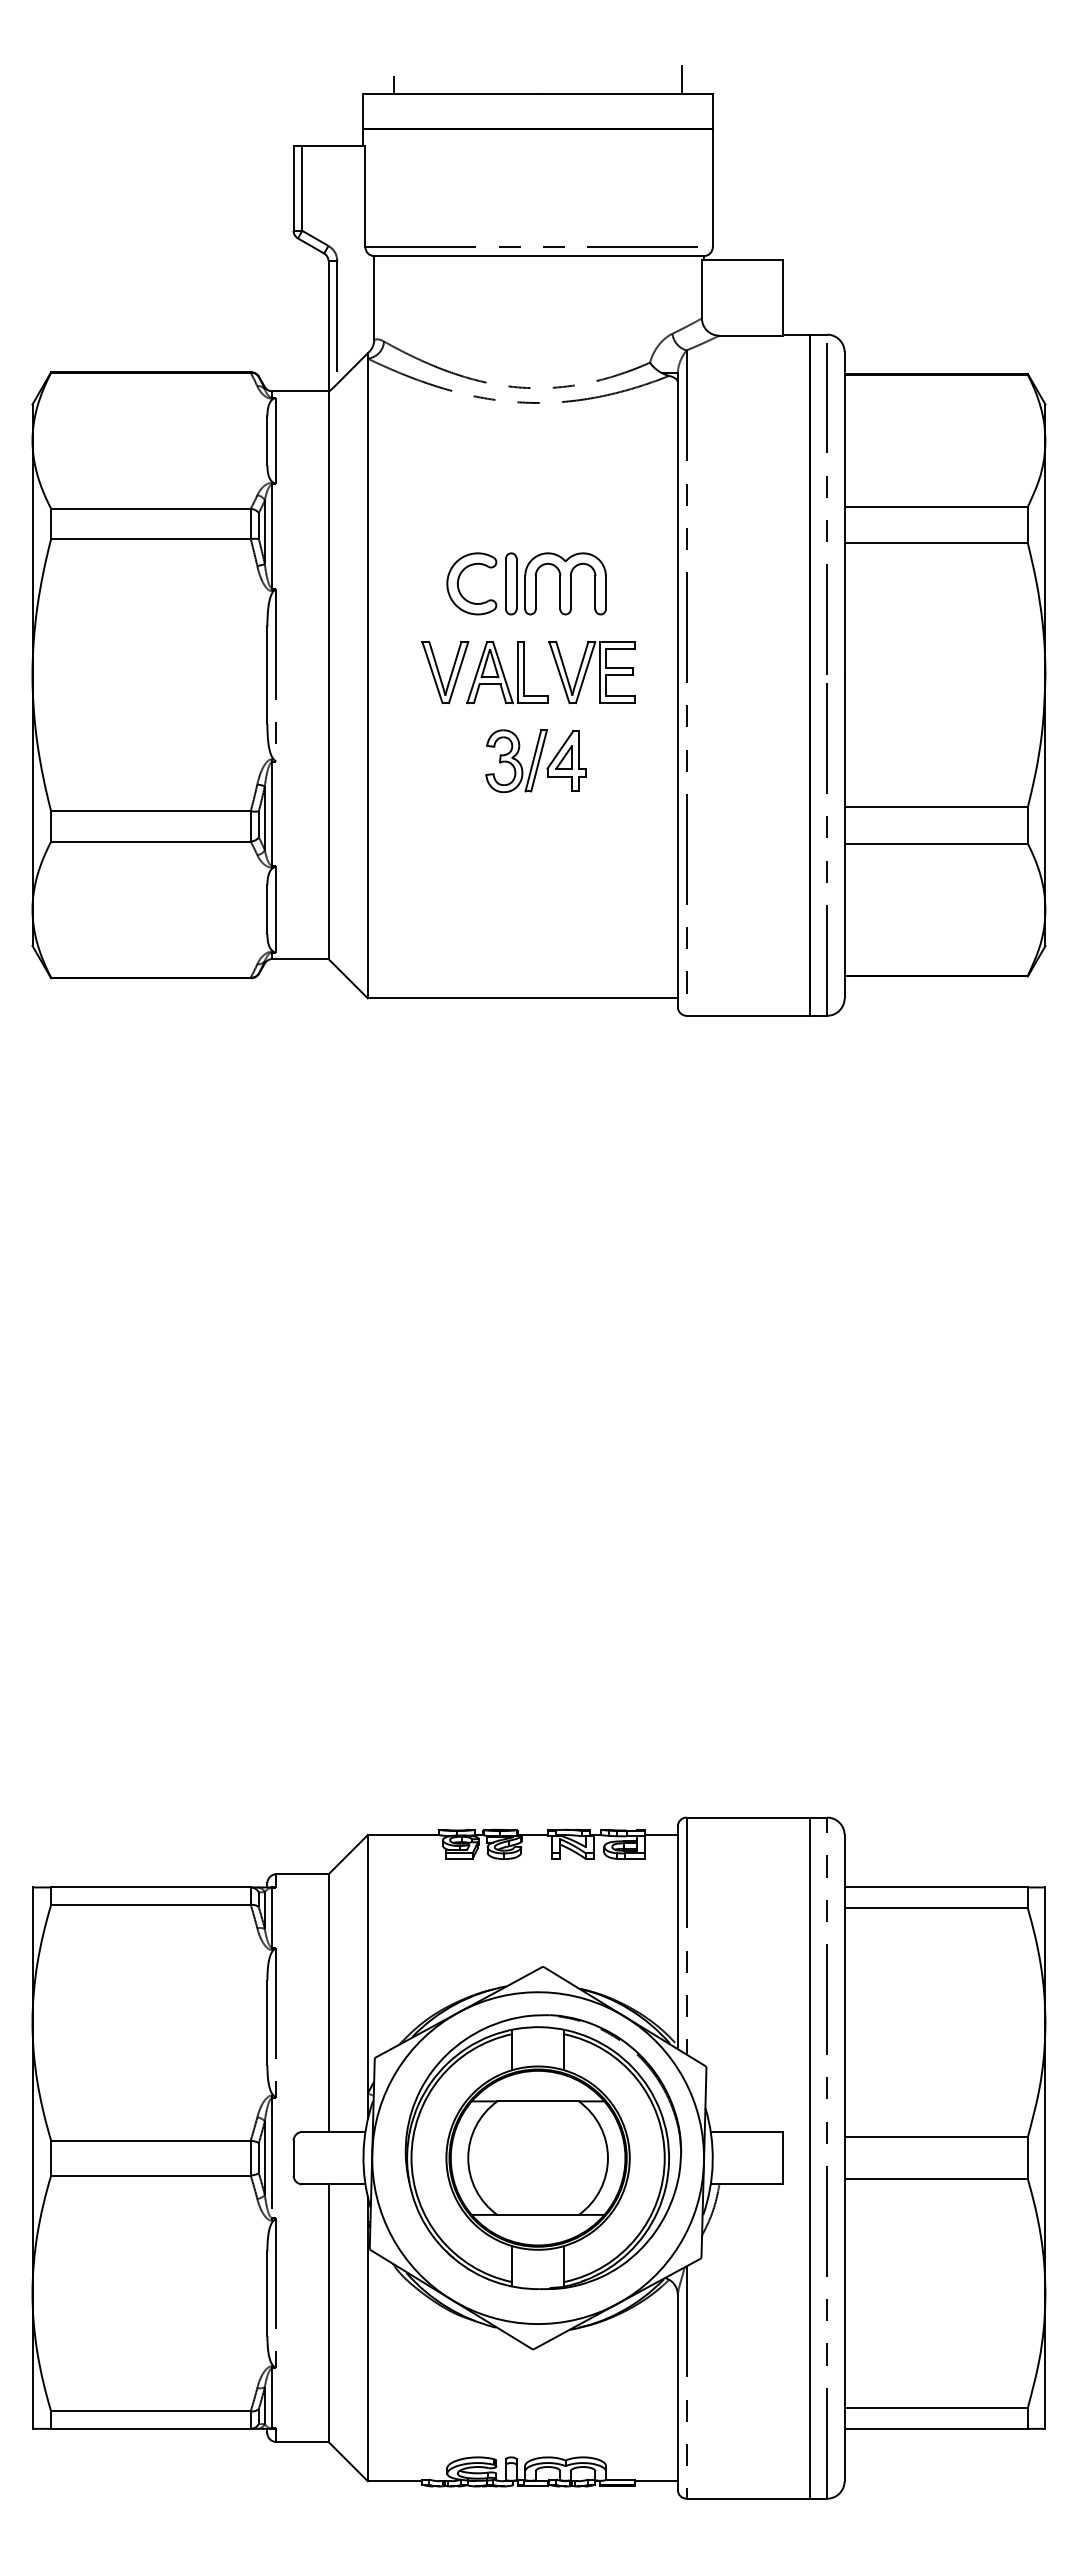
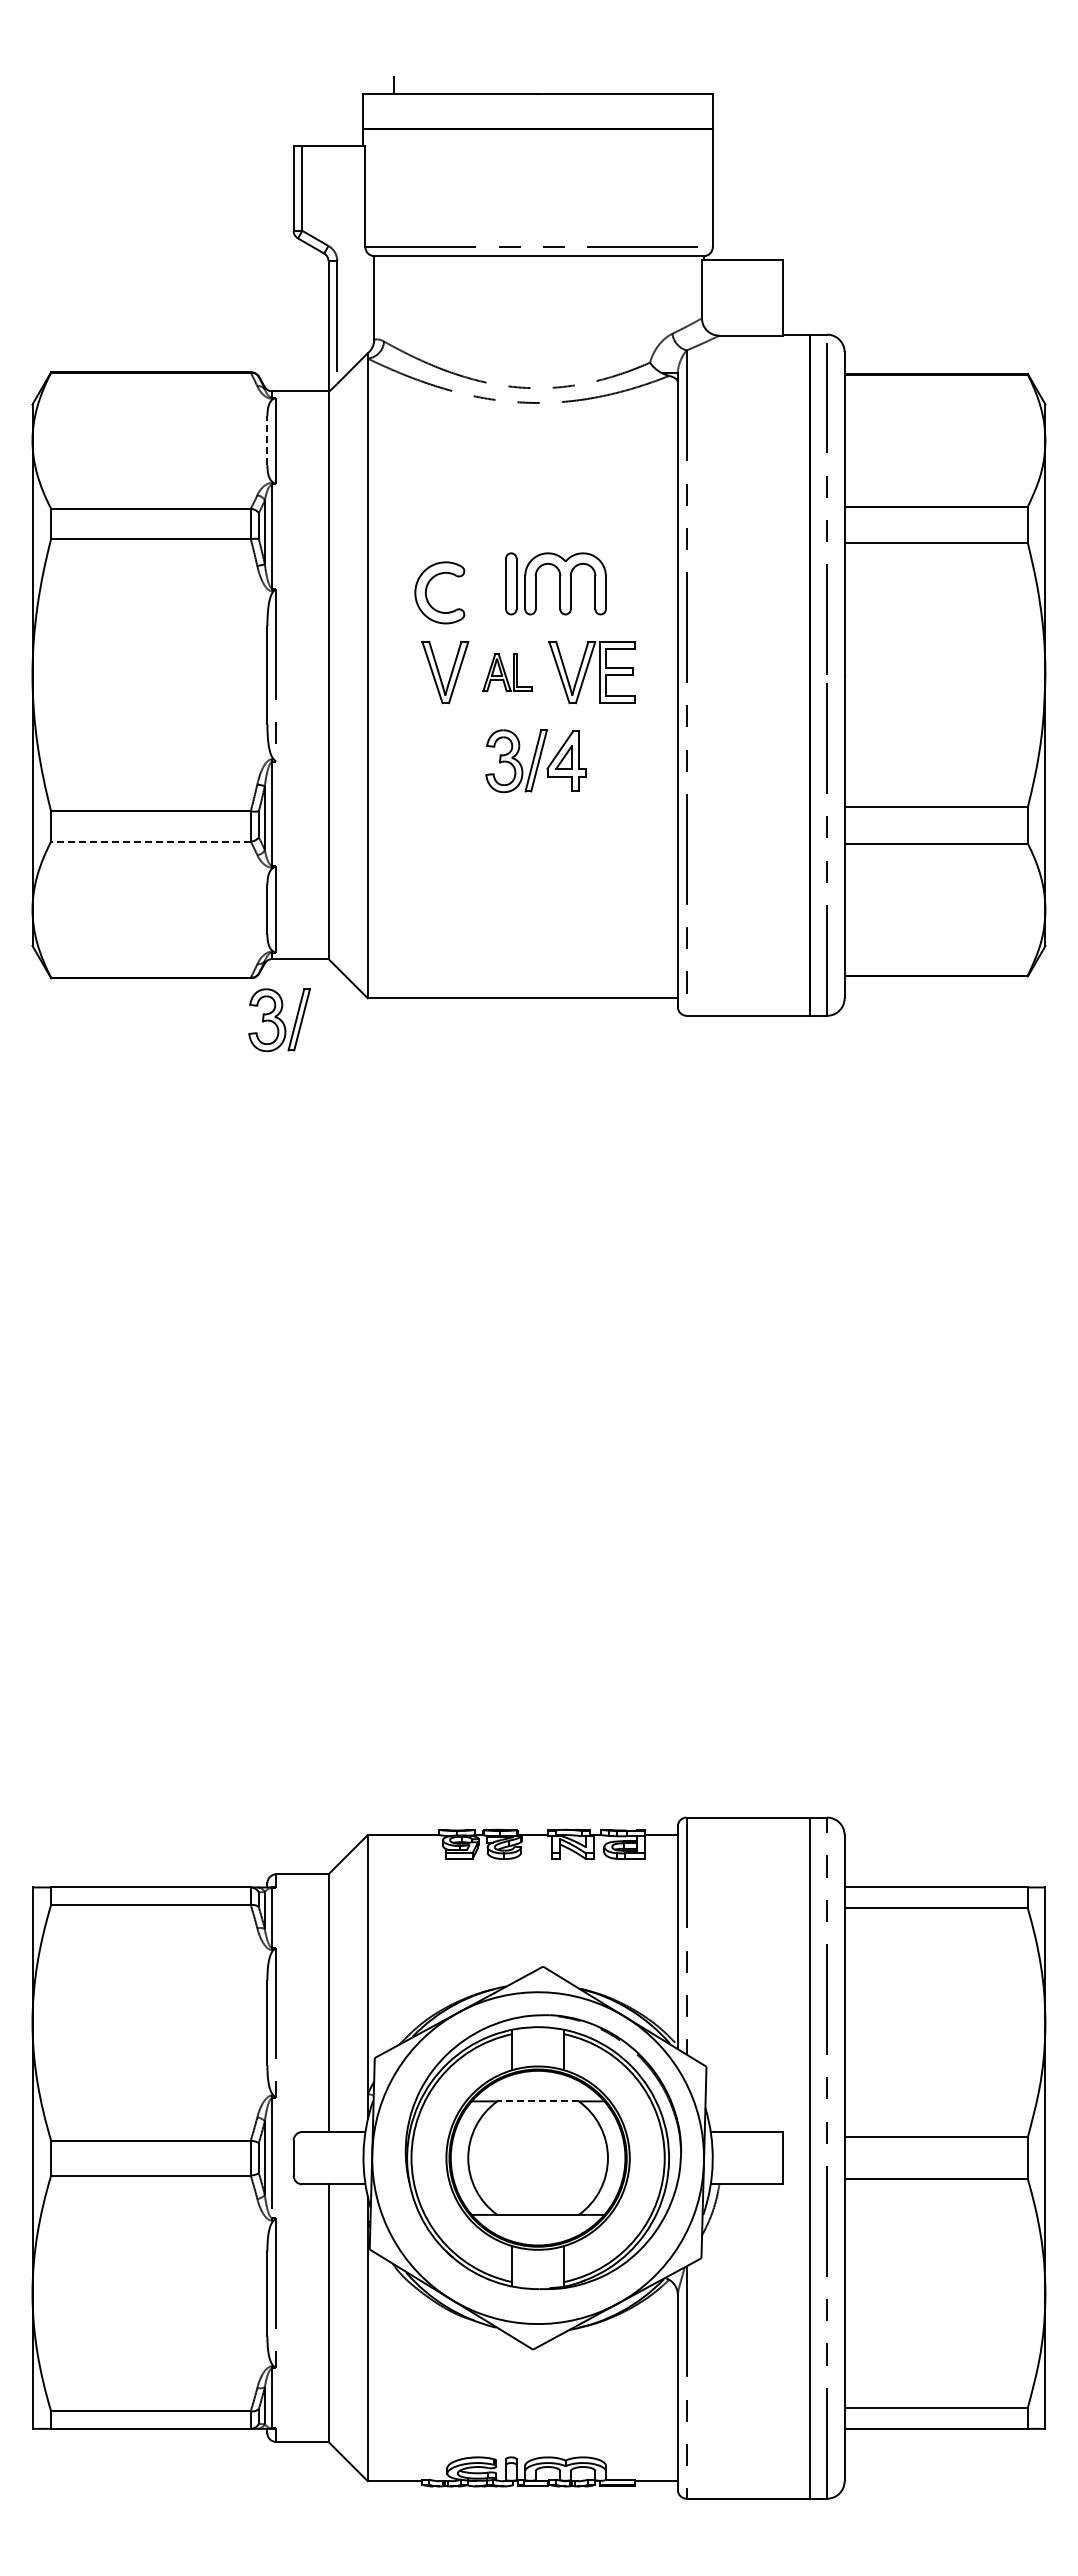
line at (682, 79): present -> none
line at (267, 440): solid -> dashed
part at (459, 579) position: (459, 579) -> (427, 588)
part at (507, 672) size: 83x64 px -> 51x40 px
line at (150, 841): solid -> dashed
part at (279, 1020): none -> present
line at (538, 2101): solid -> dashed
